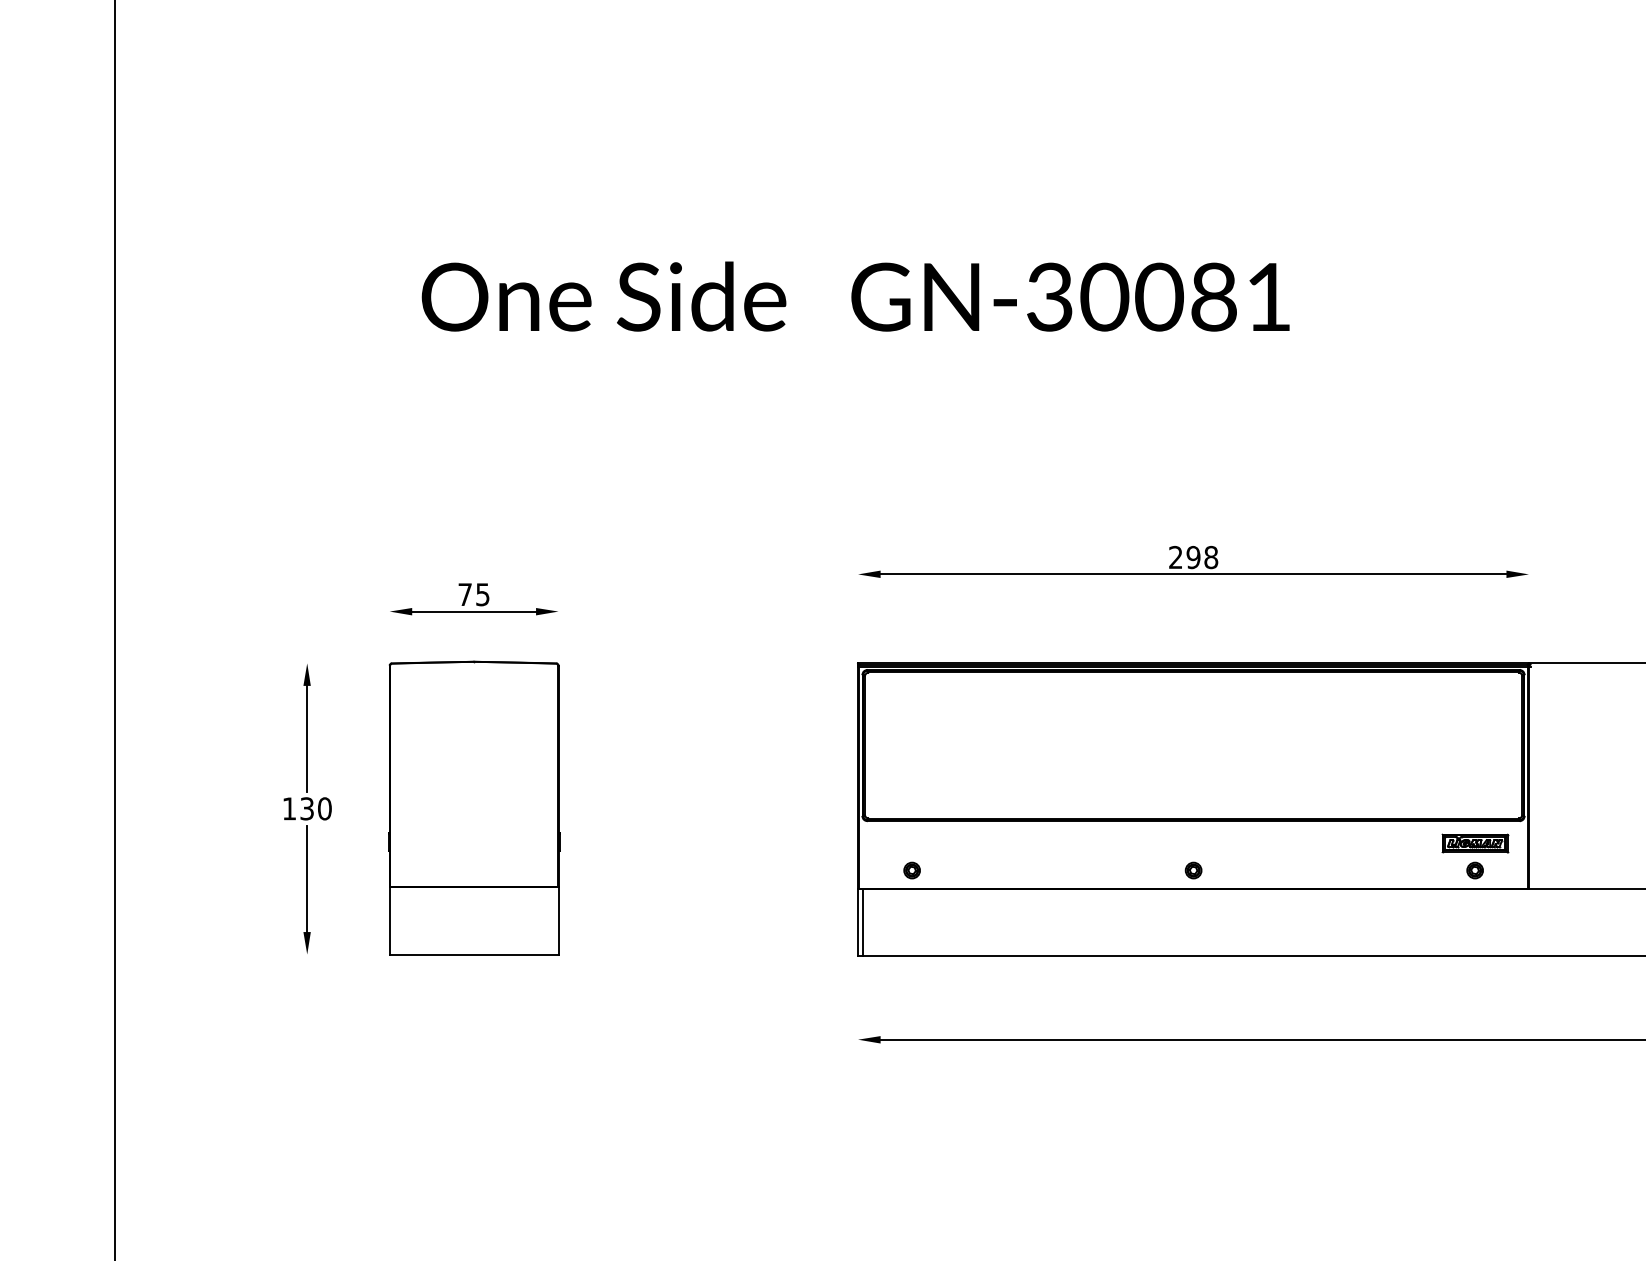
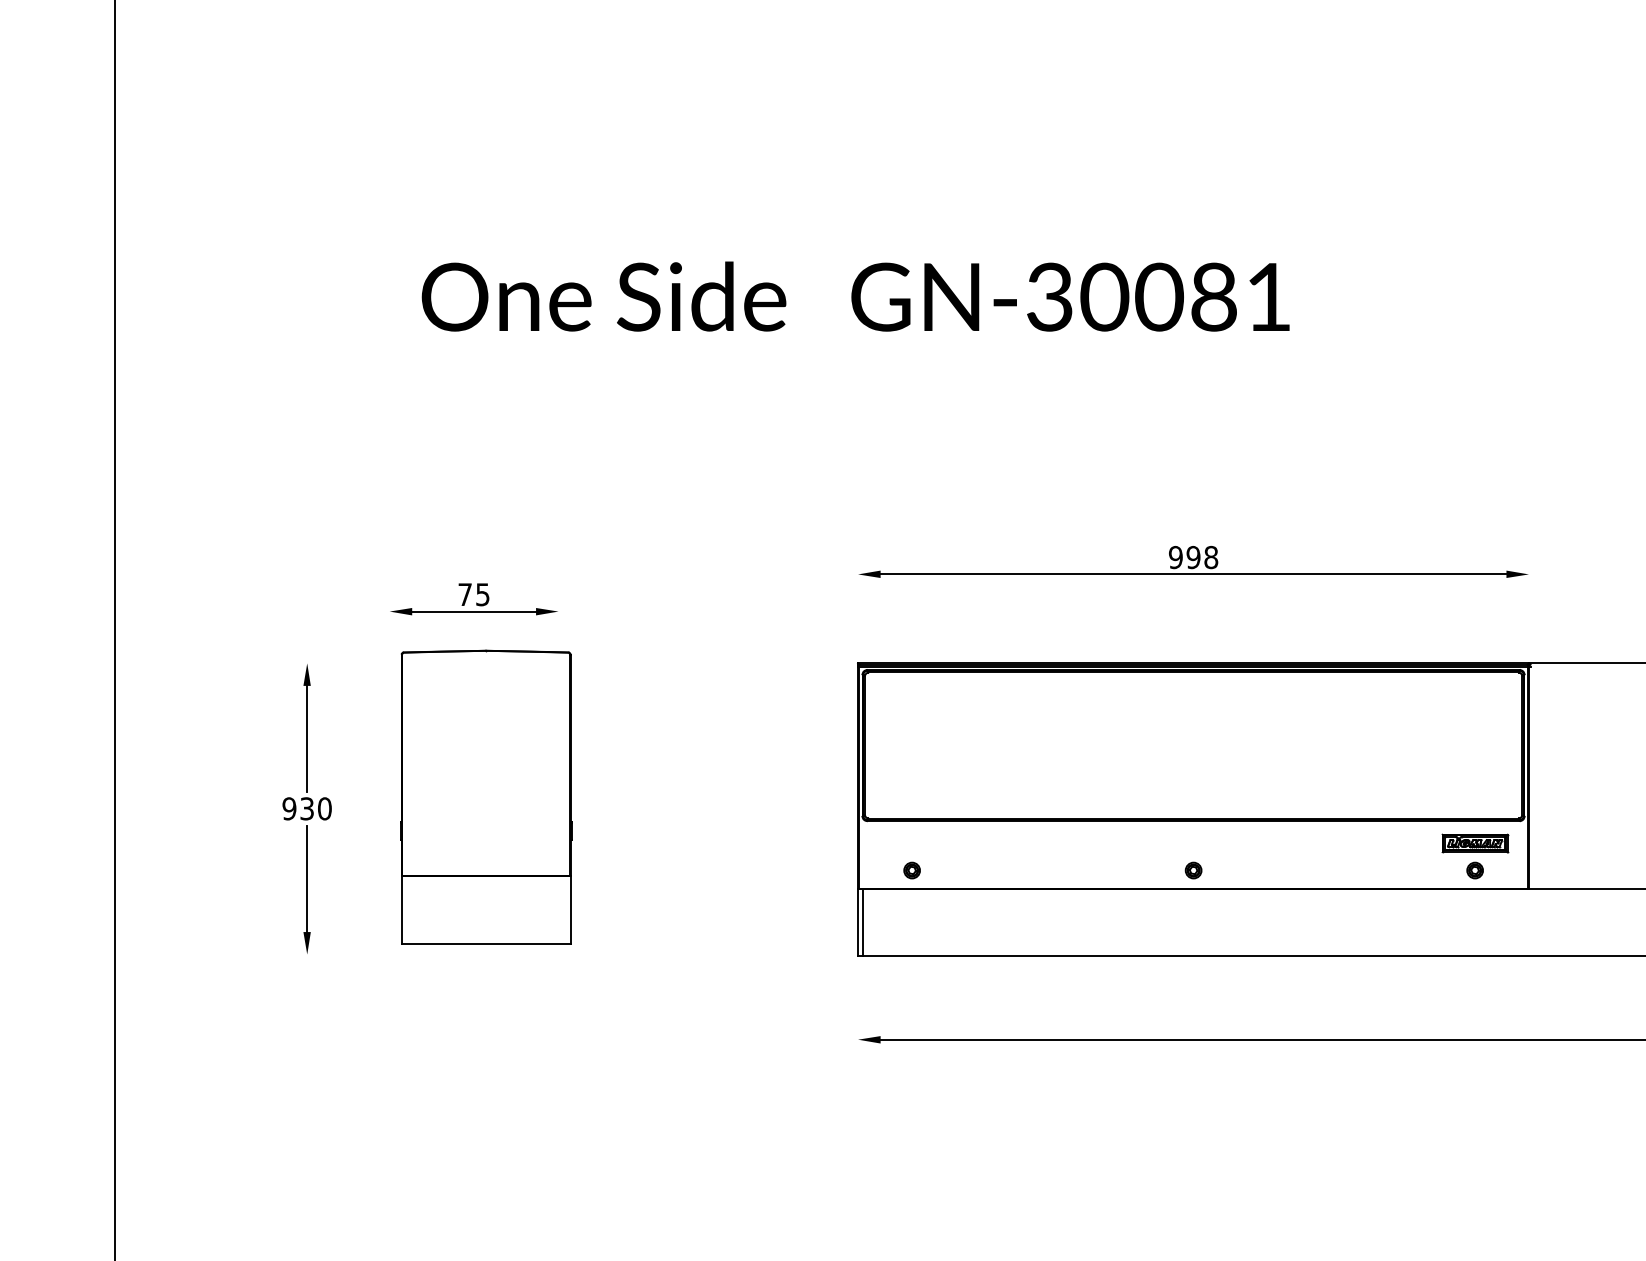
text at (1175, 557): 298 -> 998
part at (474, 807) position: (474, 807) -> (486, 796)
text at (289, 808): 130 -> 930
